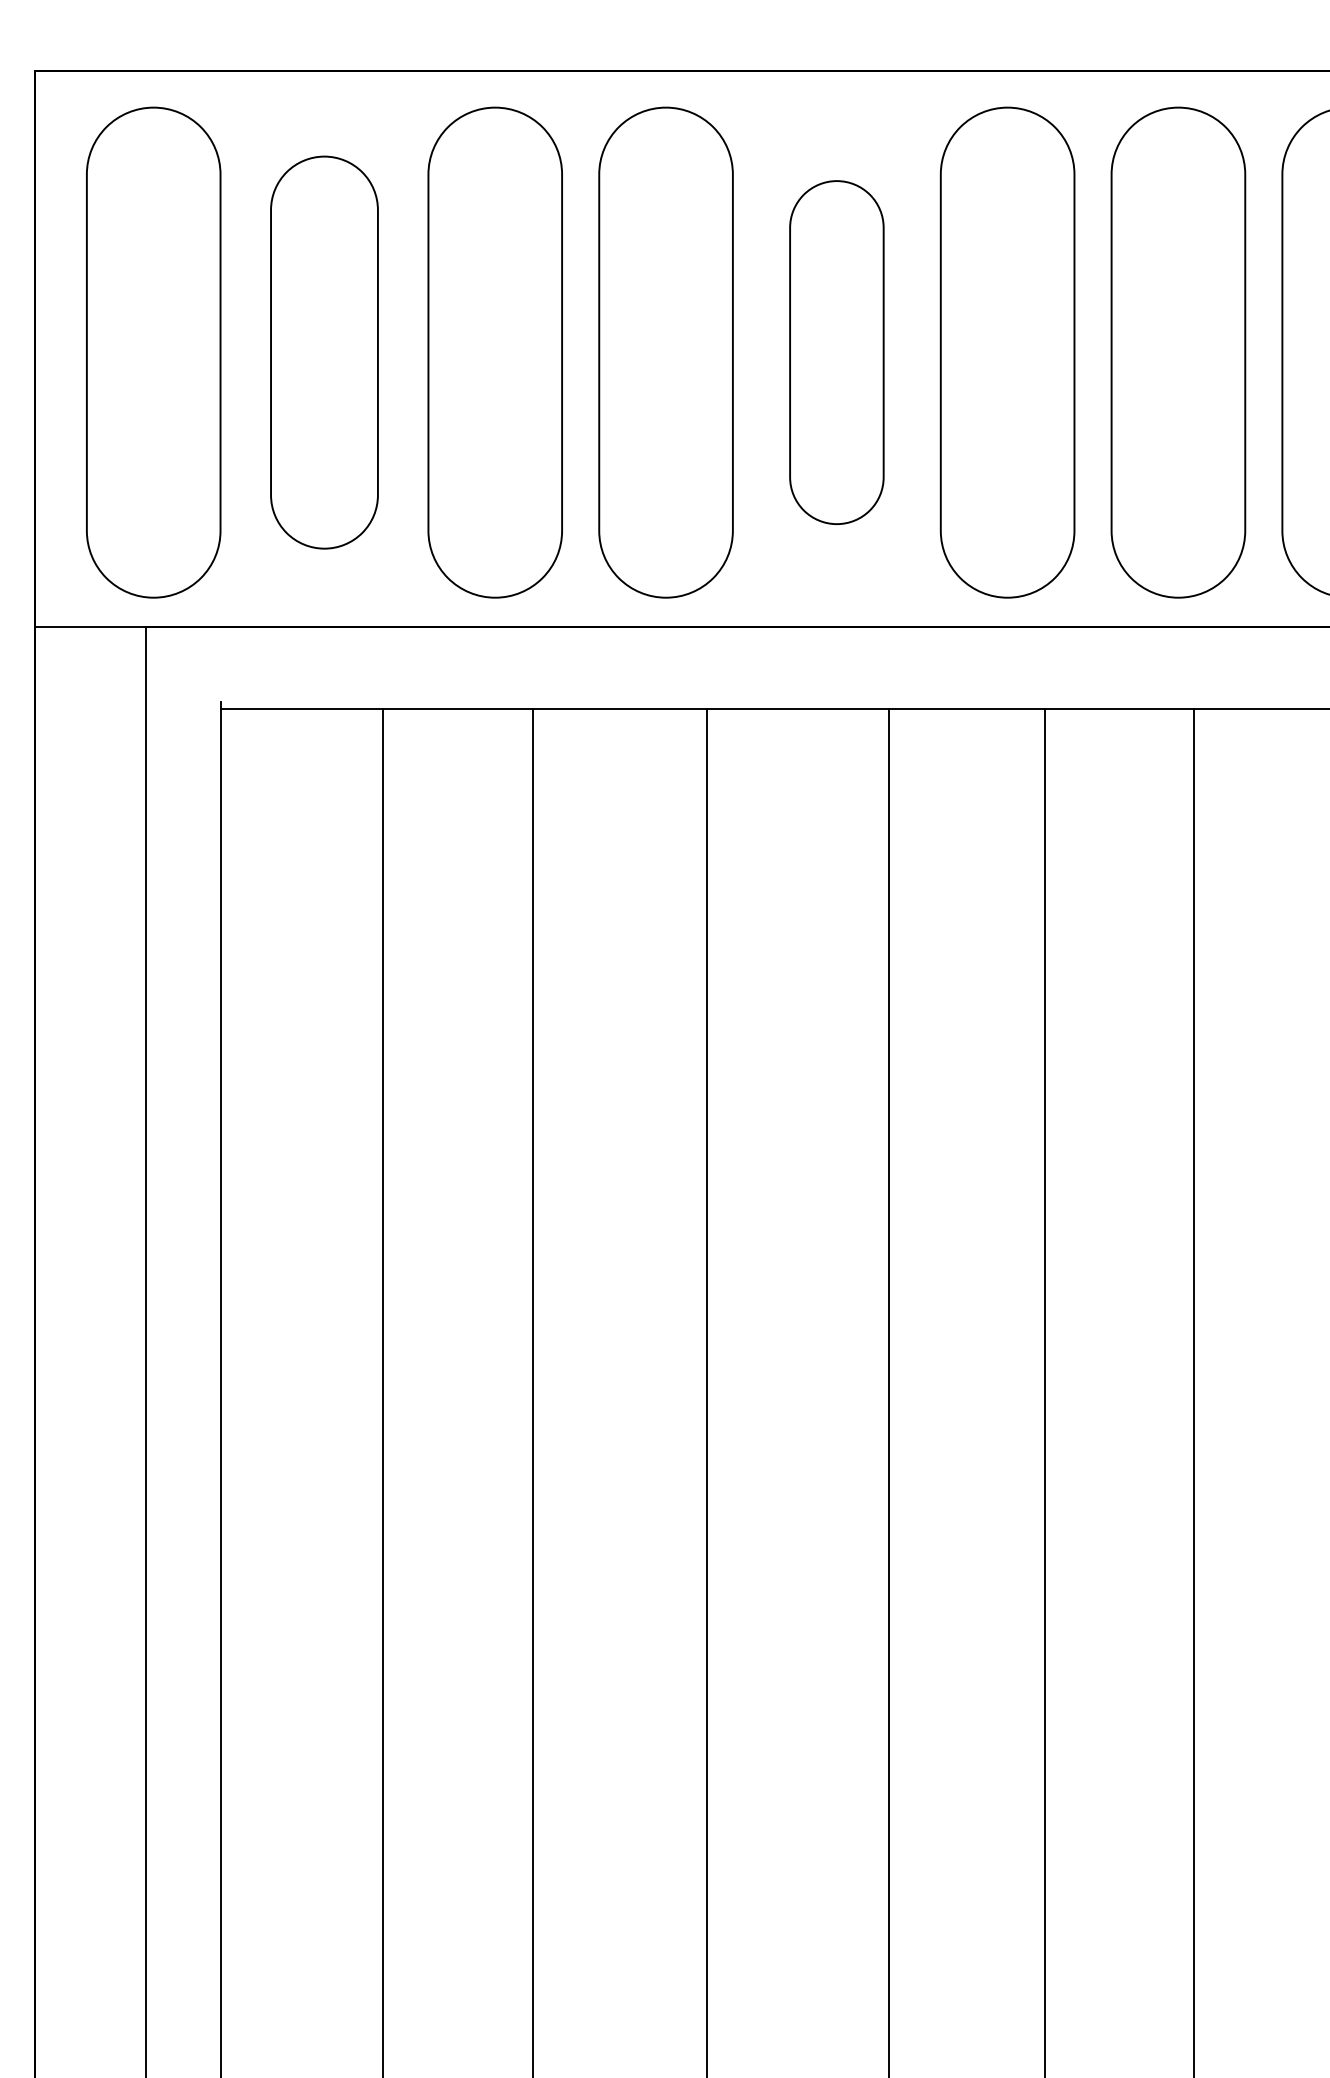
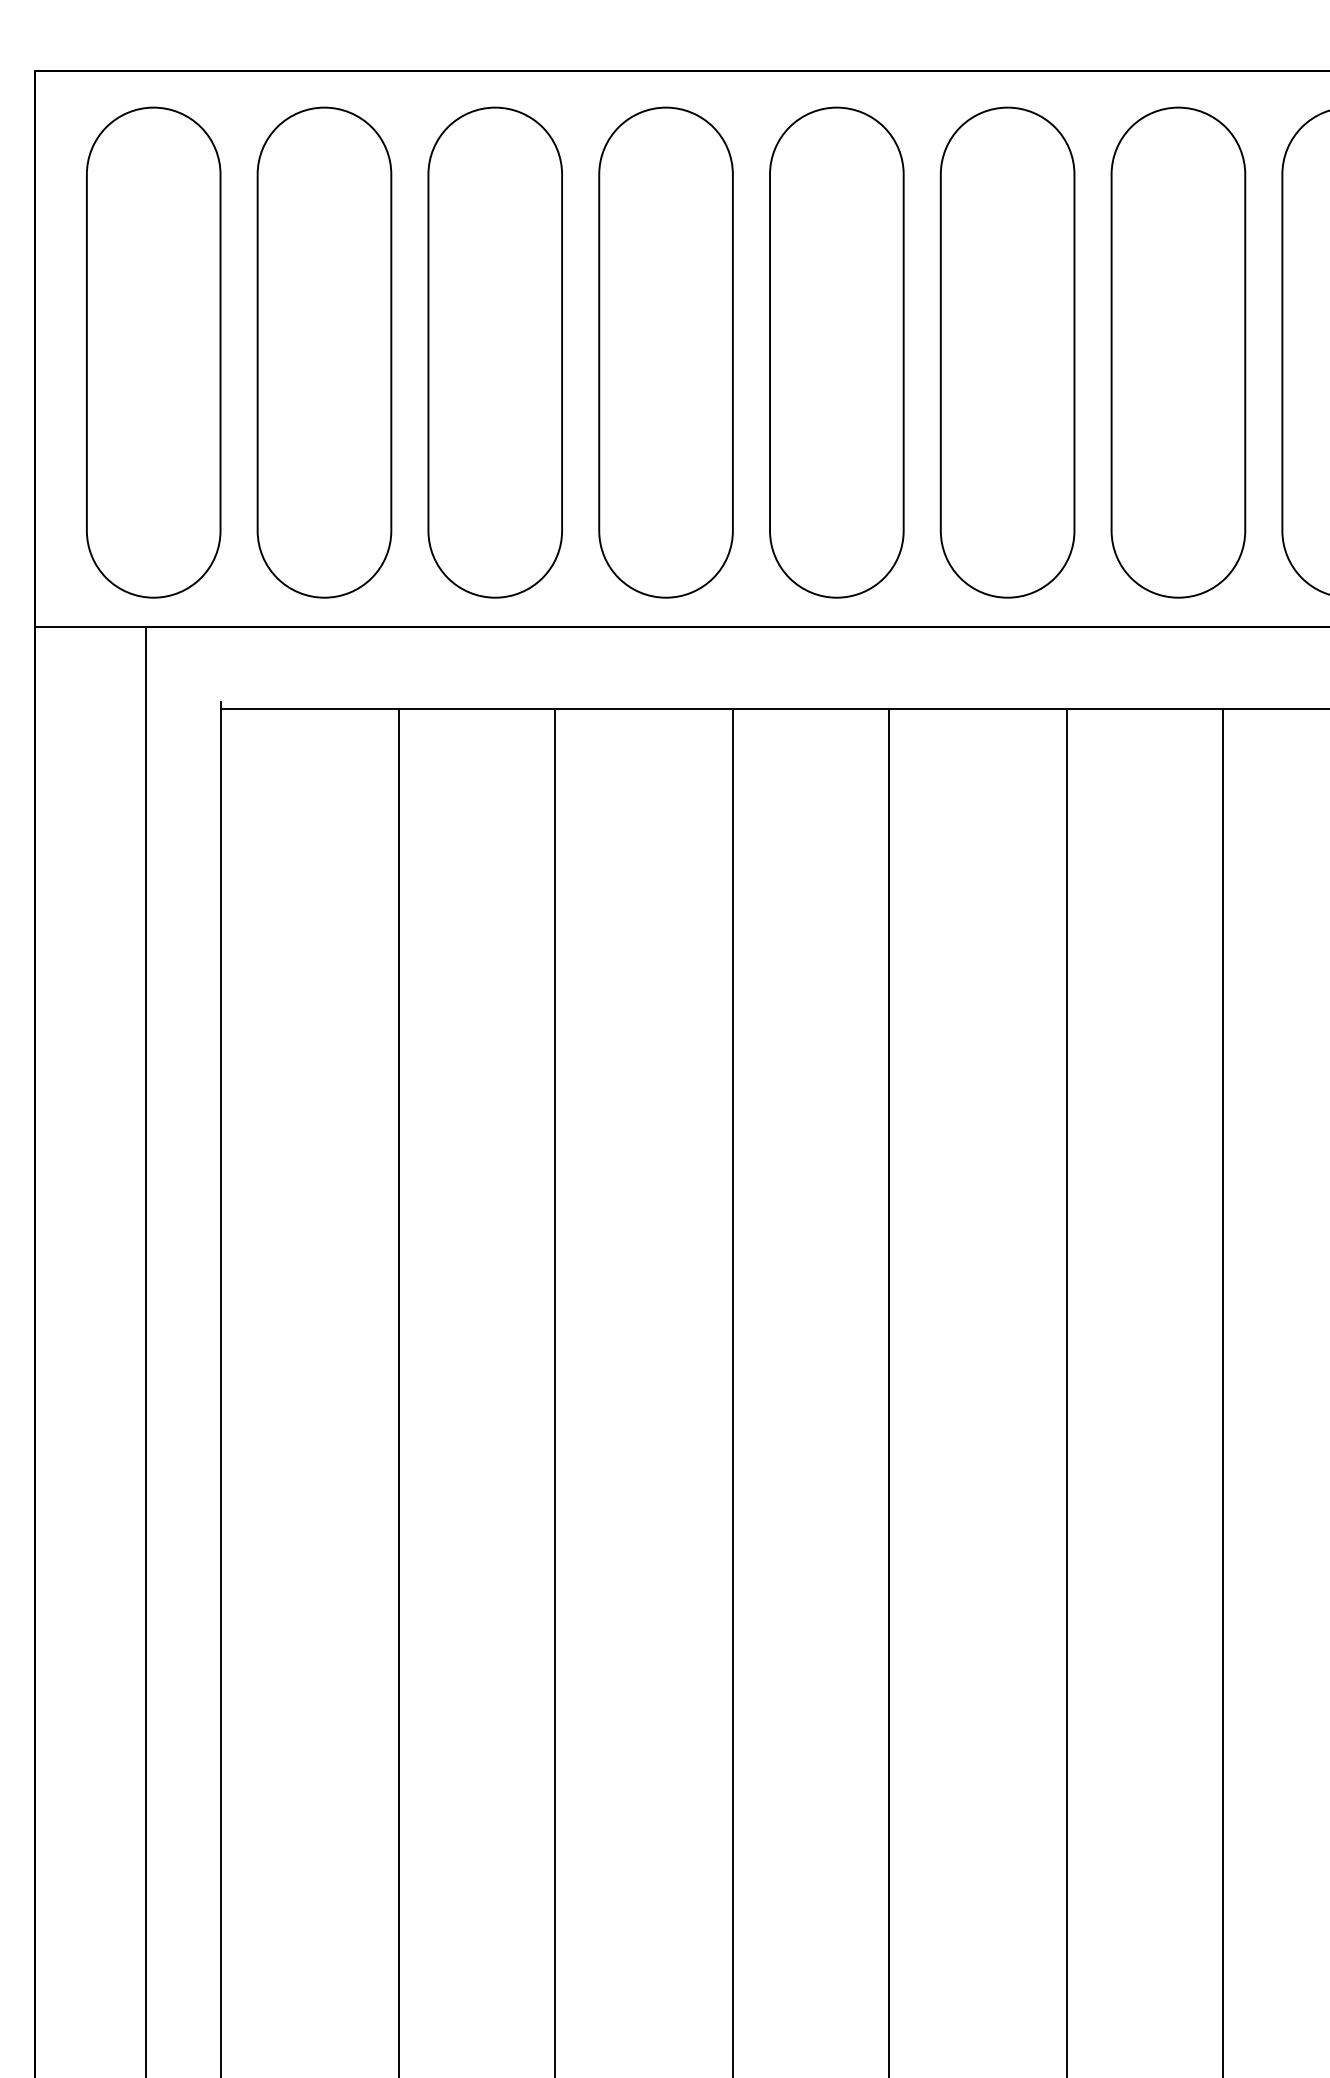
part at (324, 352) size: 109x395 px -> 137x493 px
part at (836, 352) size: 96x345 px -> 136x493 px
line at (382, 1391) position: (382, 1391) -> (398, 1391)
line at (532, 1391) position: (532, 1391) -> (554, 1391)
line at (706, 1391) position: (706, 1391) -> (732, 1391)
line at (1045, 1391) position: (1045, 1391) -> (1067, 1391)
line at (1193, 1391) position: (1193, 1391) -> (1222, 1391)
